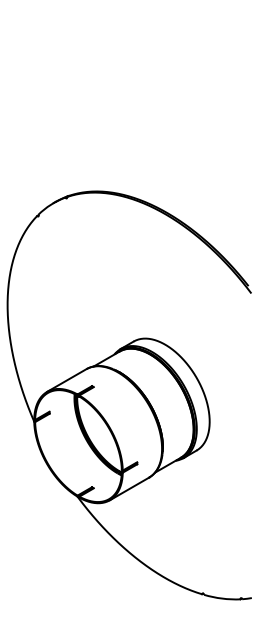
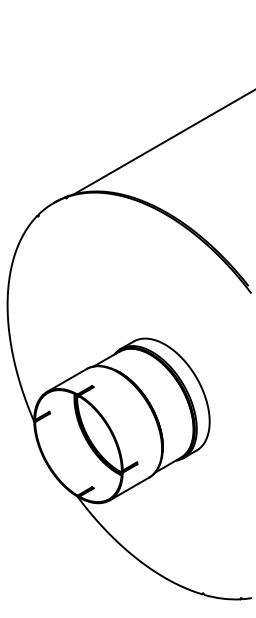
line at (162, 142): none -> present
